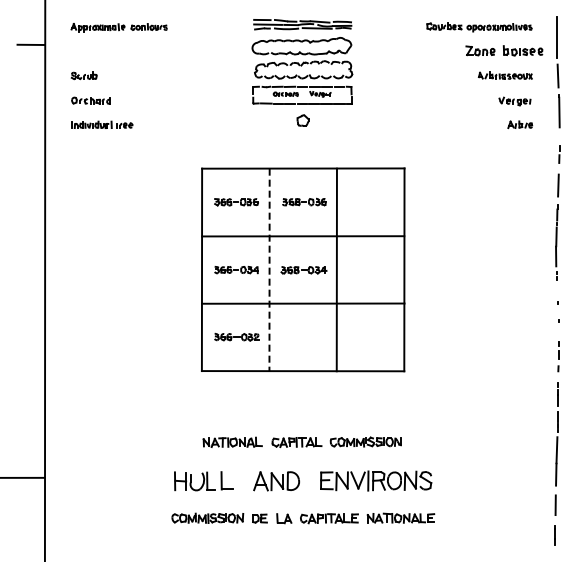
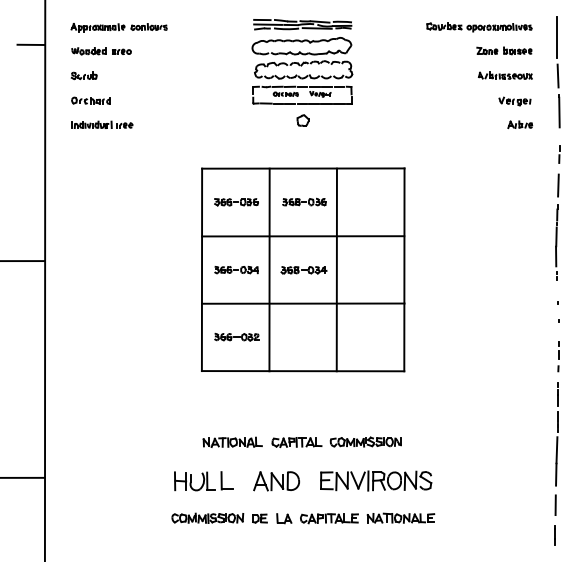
part at (504, 50) size: 79x12 px -> 57x10 px
part at (101, 51): none -> present
line at (23, 261): none -> present
line at (269, 270): dashed -> solid
